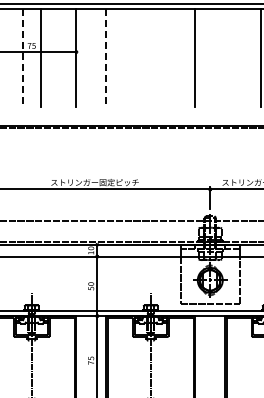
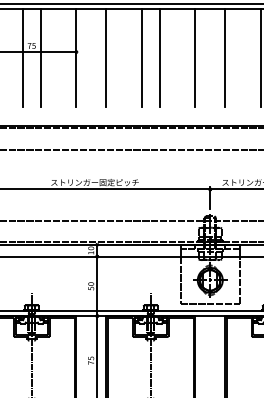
line at (141, 57): none -> present
line at (159, 57): none -> present
line at (225, 57): none -> present
line at (22, 58): dashed -> solid
line at (106, 58): dashed -> solid
line at (131, 149): none -> present
